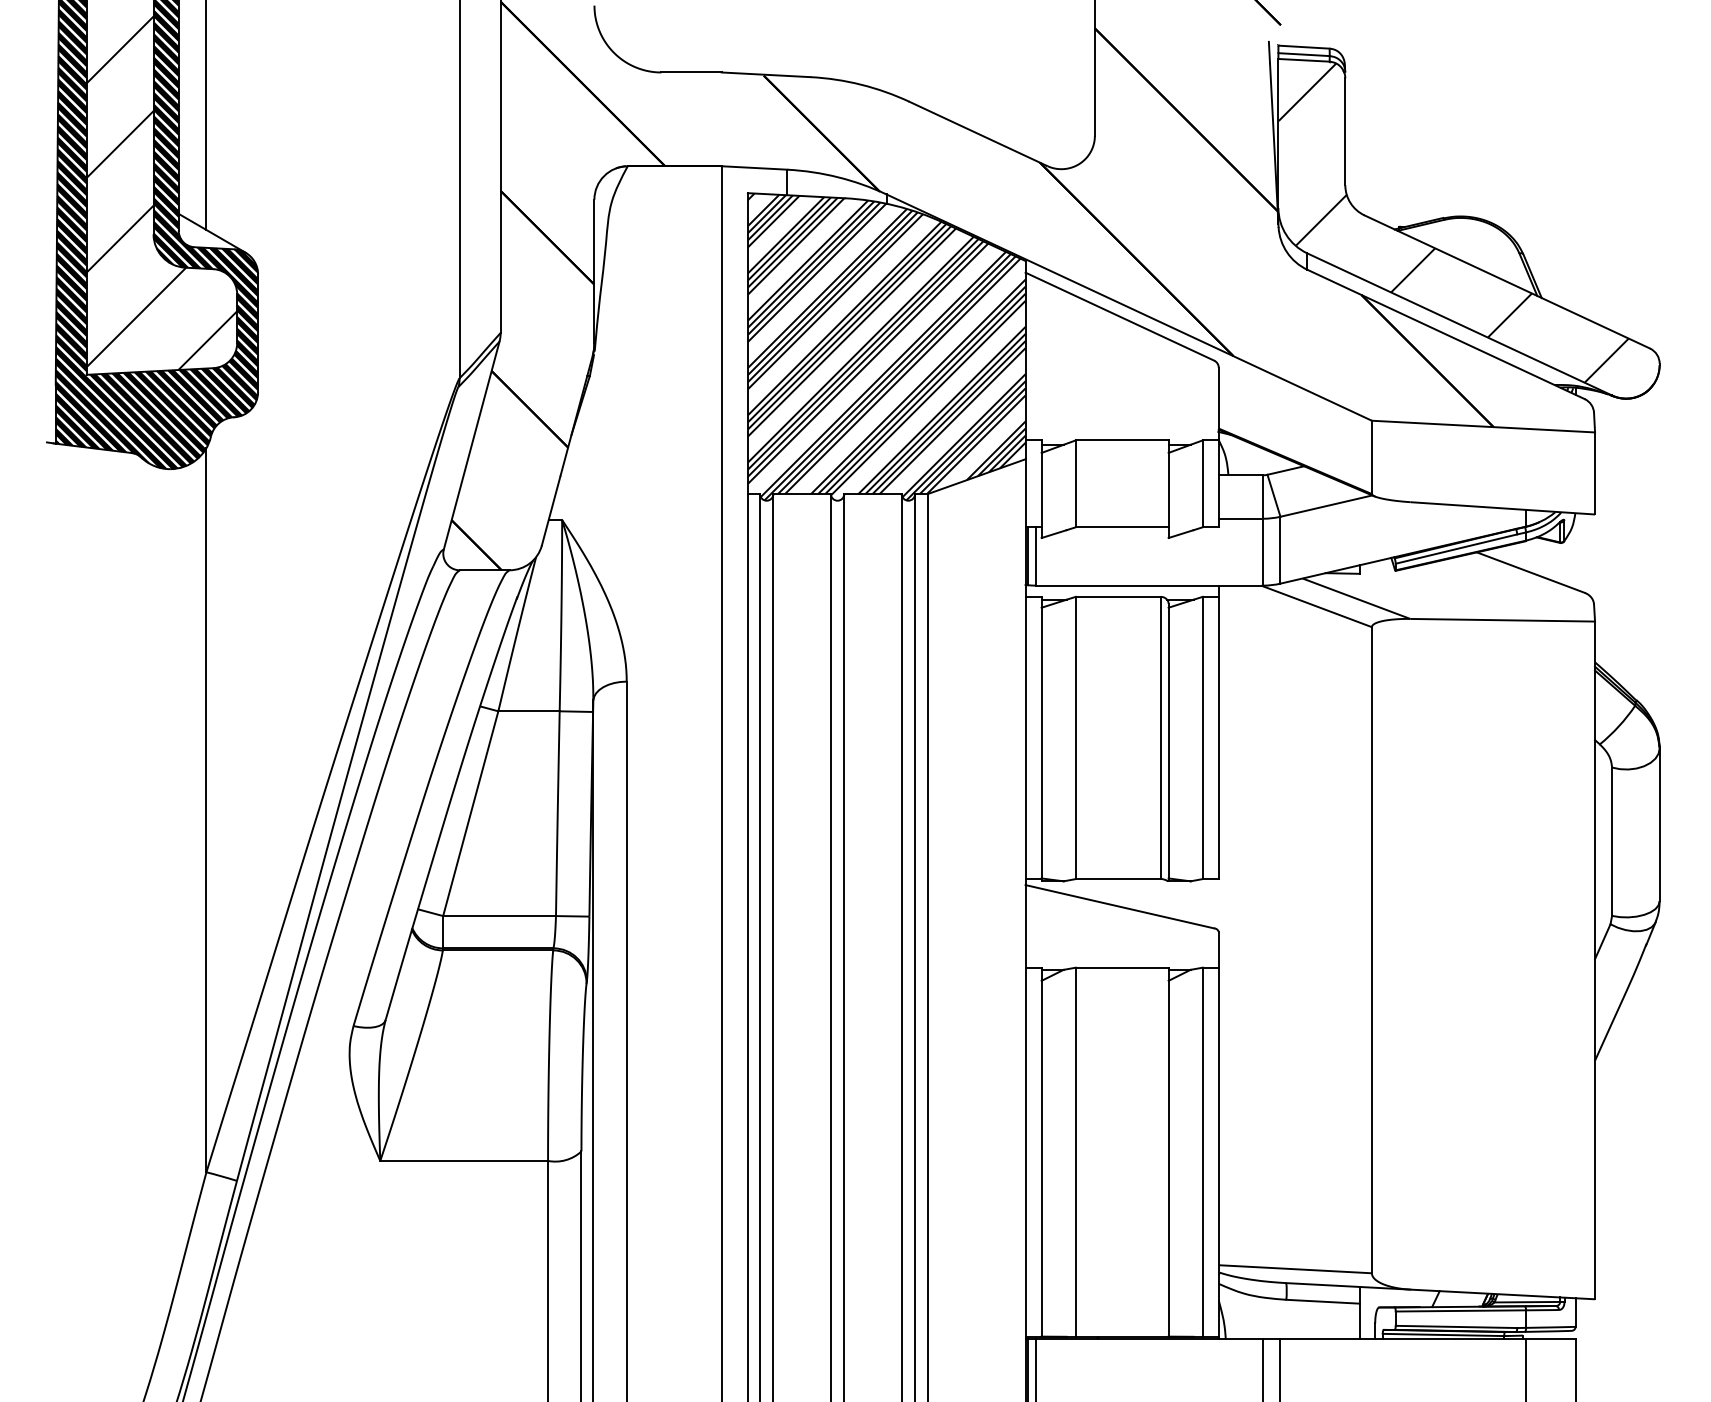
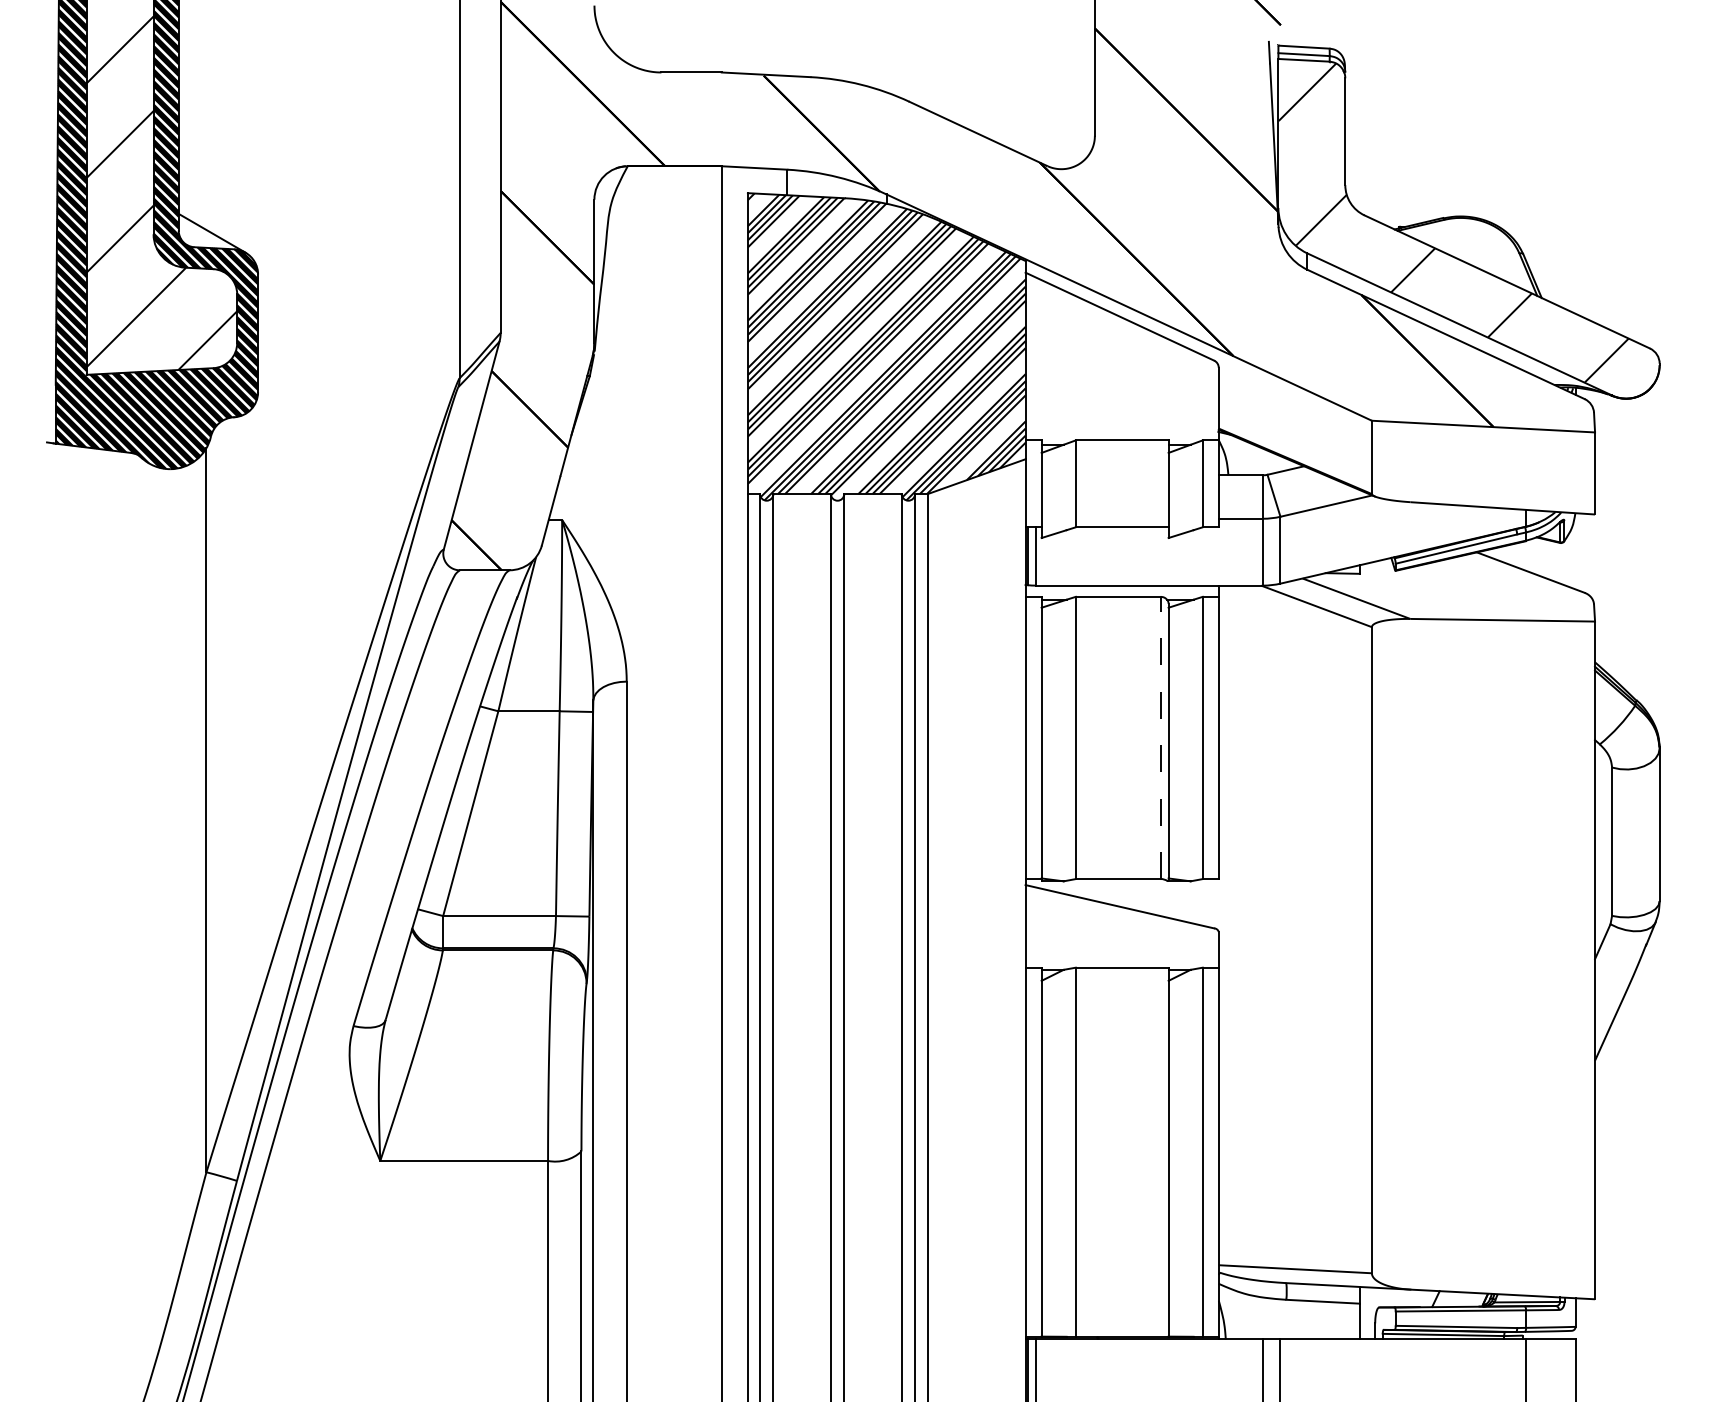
line at (206, 116): present -> none
line at (1160, 737): solid -> dashed
